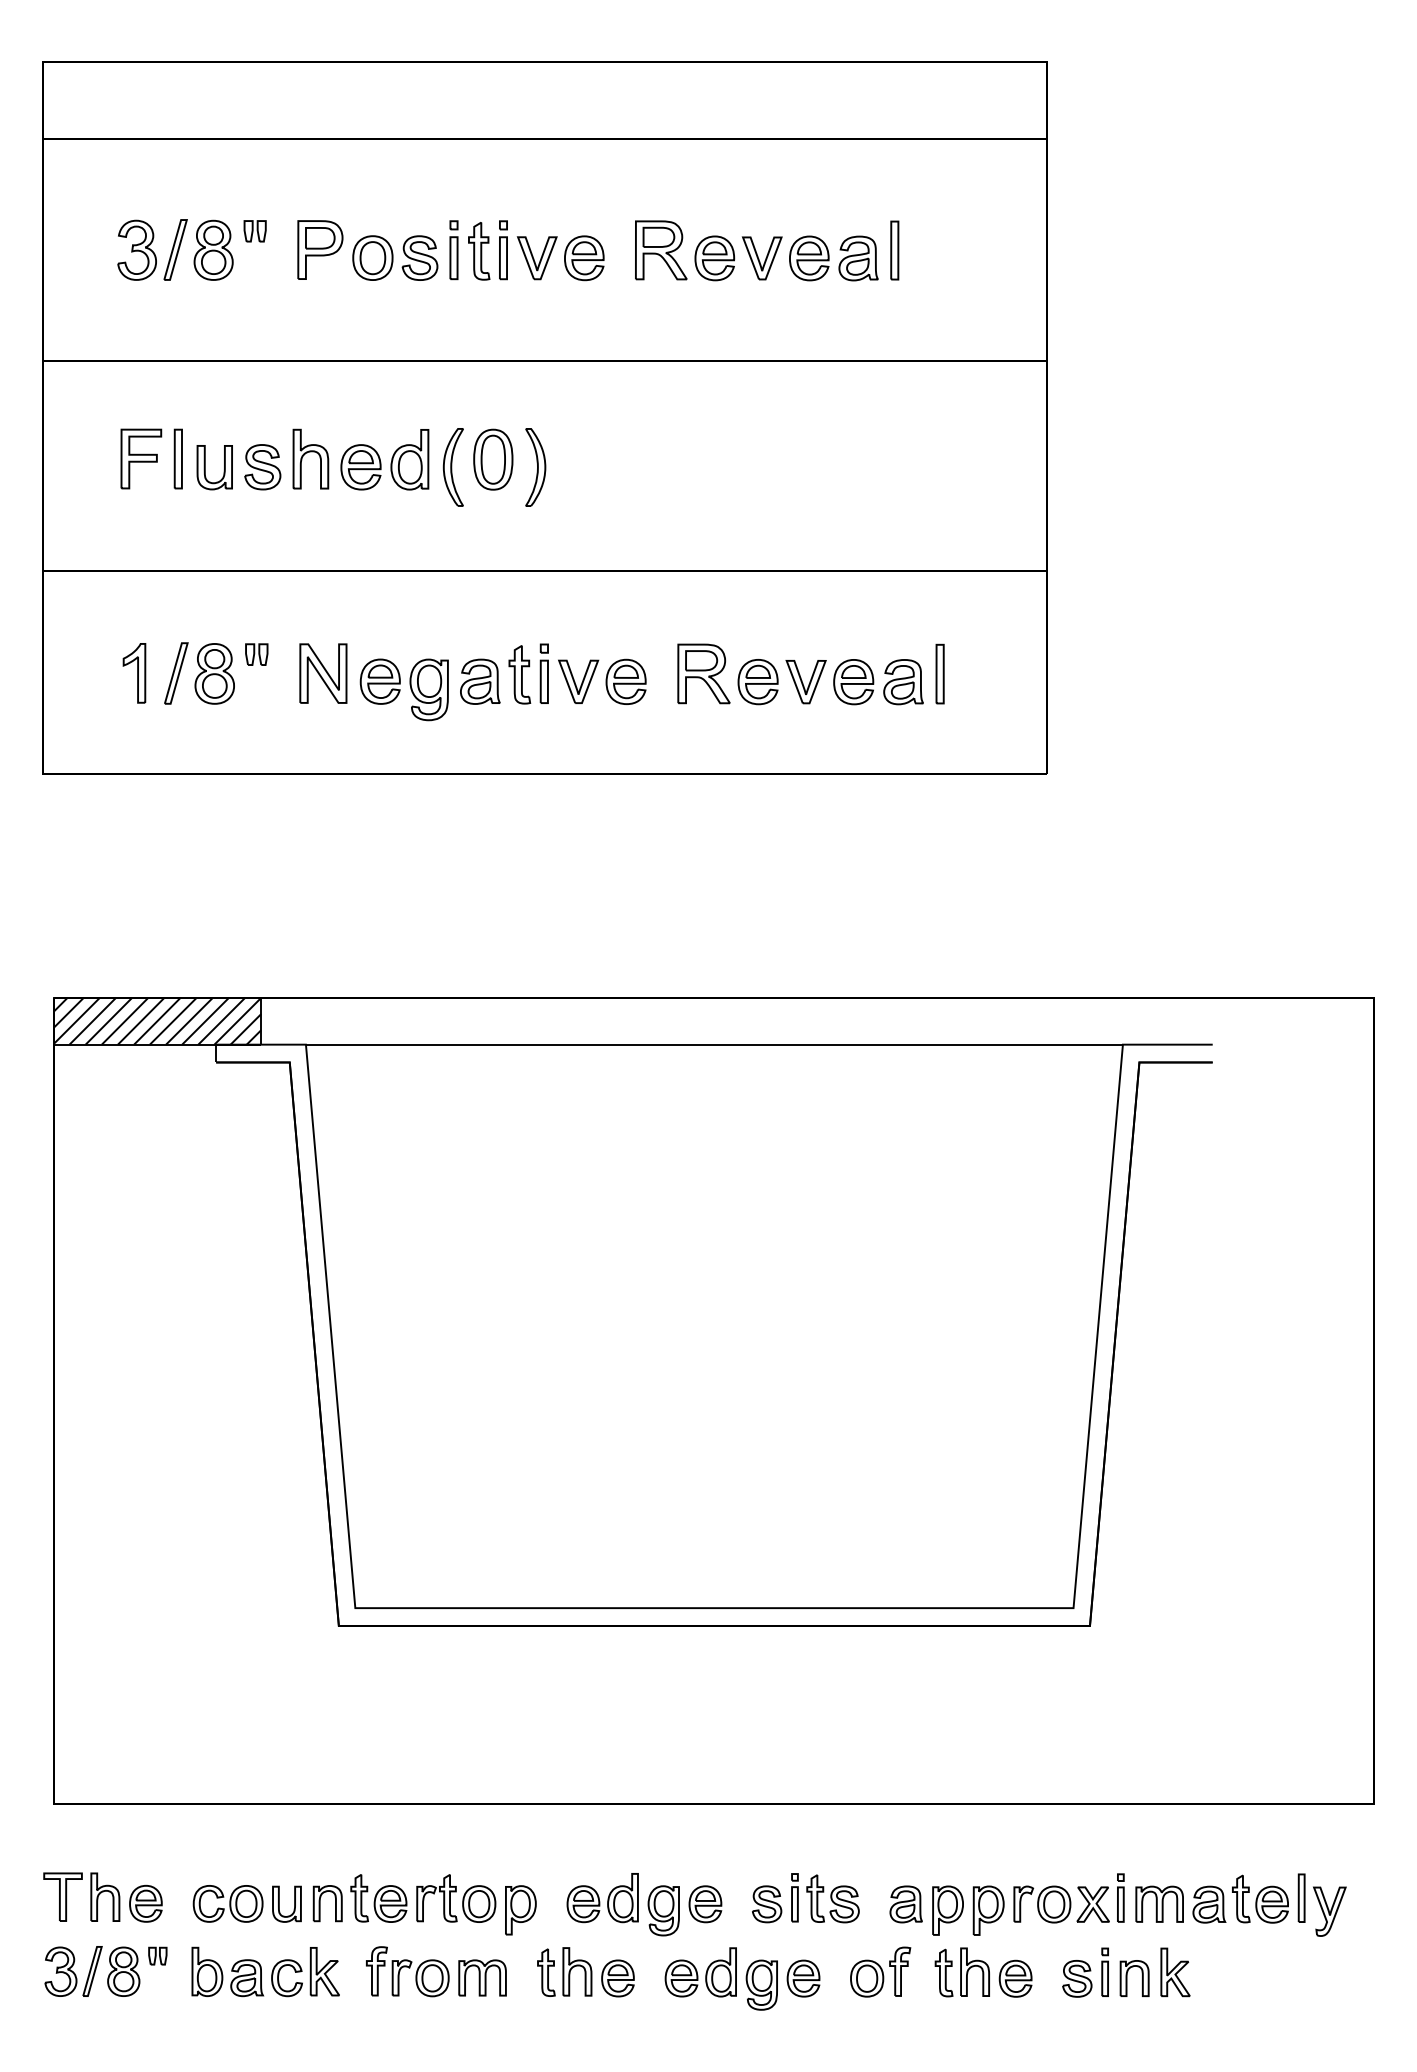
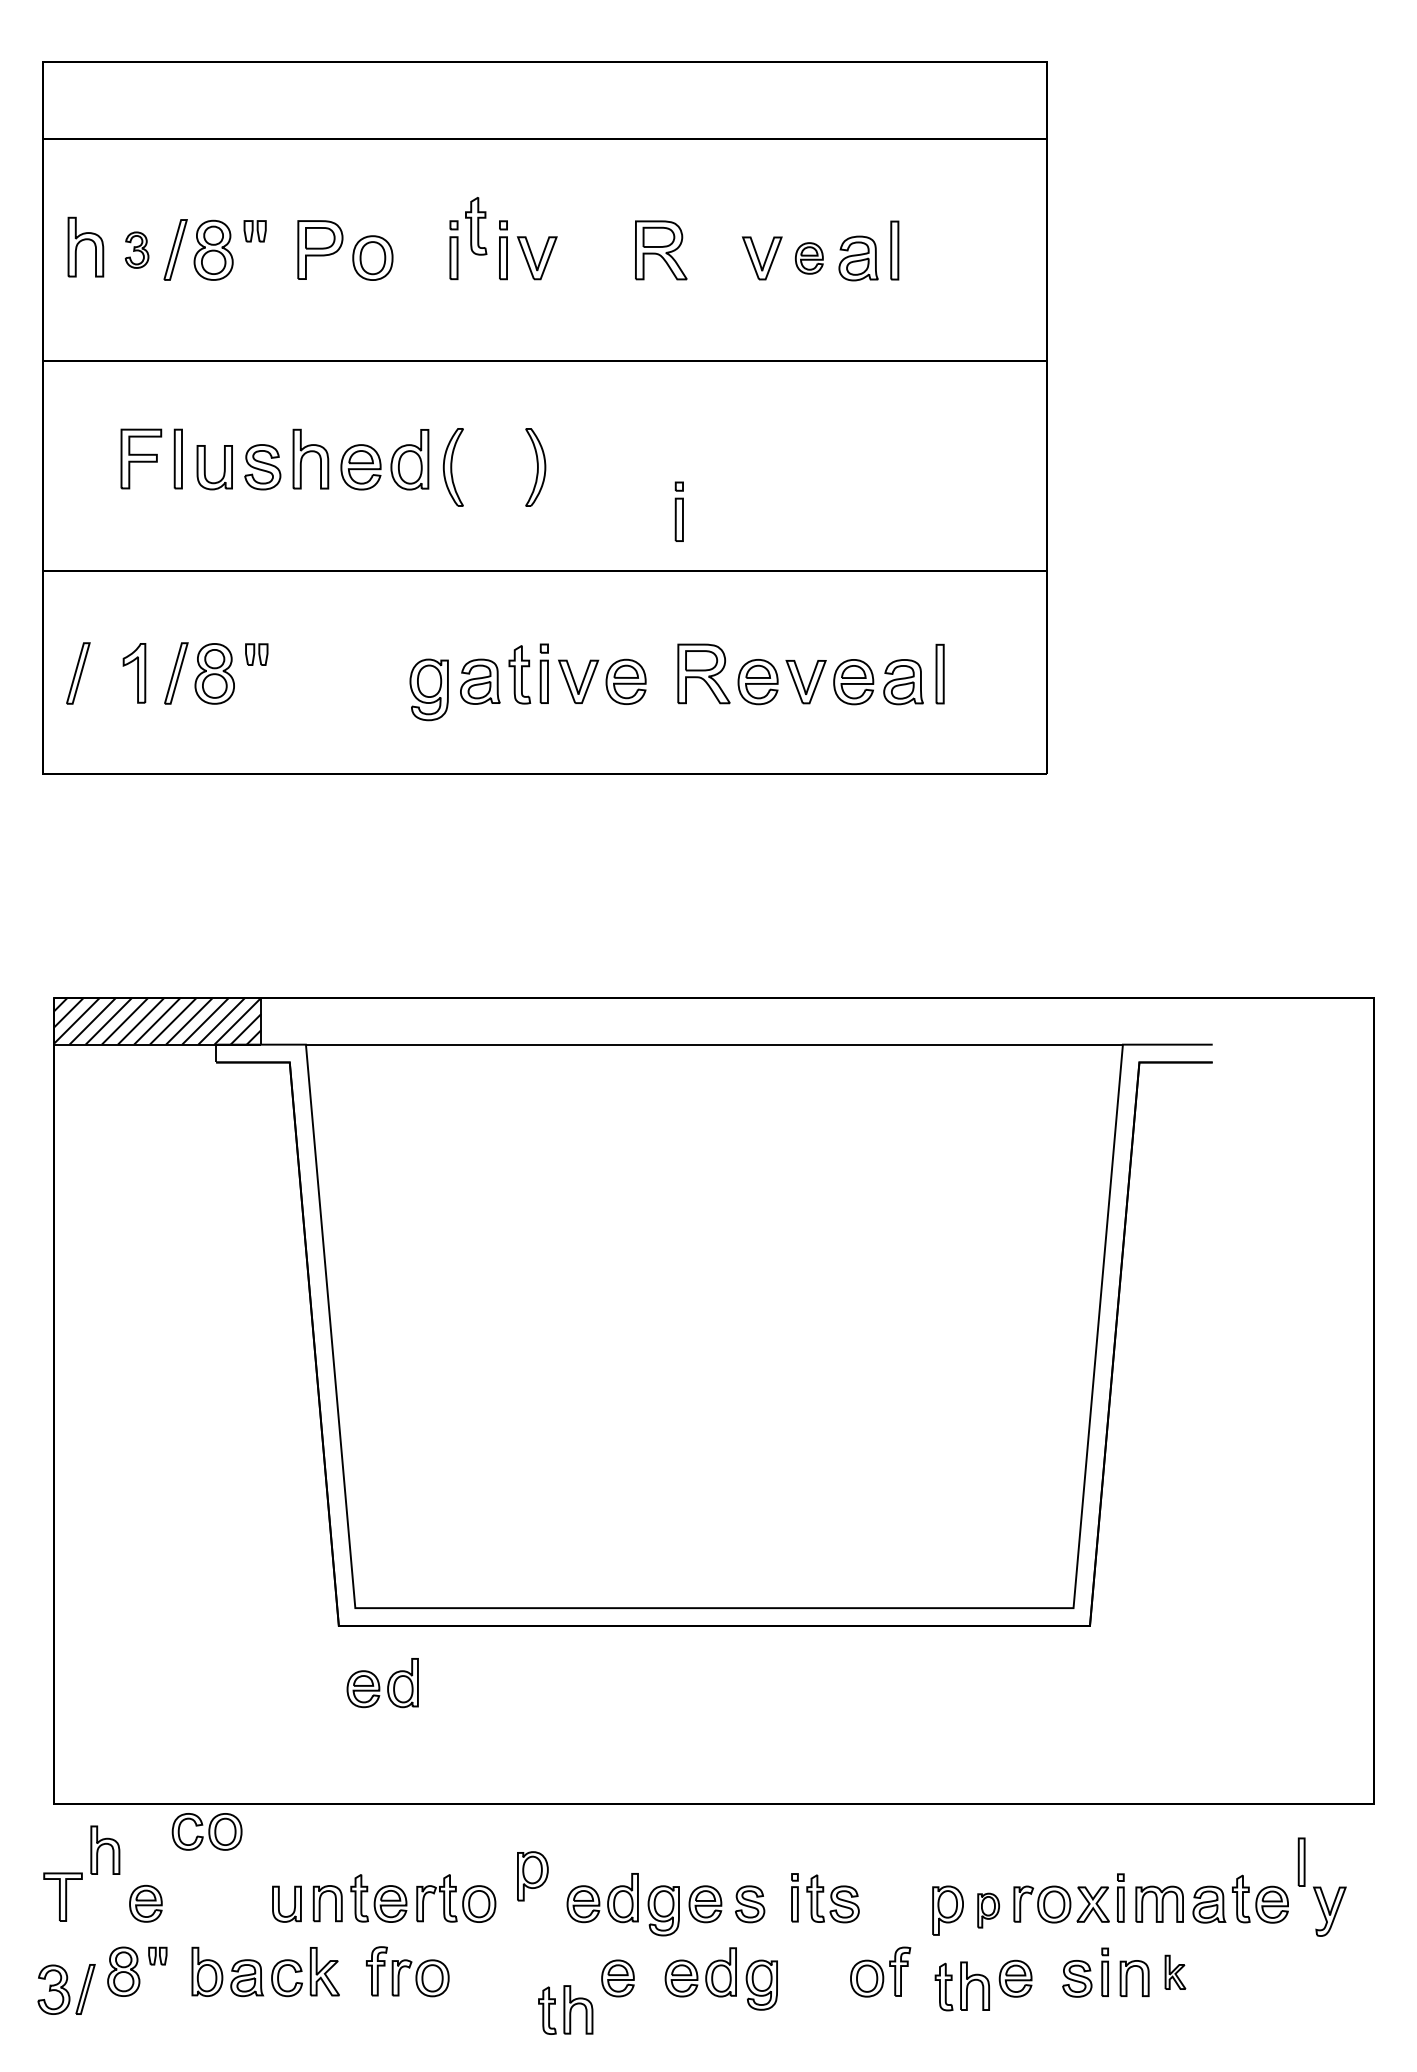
part at (85, 246): none -> present
part at (136, 249) size: 40x62 px -> 26x38 px
part at (479, 251) position: (479, 251) -> (476, 226)
part at (419, 257): present -> none
part at (584, 258): present -> none
part at (714, 258): present -> none
part at (809, 258) size: 41x47 px -> 29x33 px
part at (493, 459): present -> none
part at (678, 511): none -> present
part at (78, 673): none -> present
part at (323, 673): present -> none
part at (379, 681): present -> none
part at (382, 1683): none -> present
part at (105, 1896) position: (105, 1896) -> (105, 1849)
part at (1301, 1897) position: (1301, 1897) -> (1301, 1861)
part at (227, 1903) position: (227, 1903) -> (206, 1831)
part at (767, 1904) position: (767, 1904) -> (750, 1904)
part at (905, 1904): present -> none
part at (520, 1910) position: (520, 1910) -> (532, 1876)
part at (988, 1910) size: 33x51 px -> 23x37 px
part at (73, 1971) position: (73, 1971) -> (66, 1989)
part at (564, 1971) position: (564, 1971) -> (565, 2009)
part at (961, 1972) position: (961, 1972) -> (961, 1986)
part at (1175, 1972) size: 31x51 px -> 23x36 px
part at (482, 1977): present -> none
part at (803, 1978): present -> none
